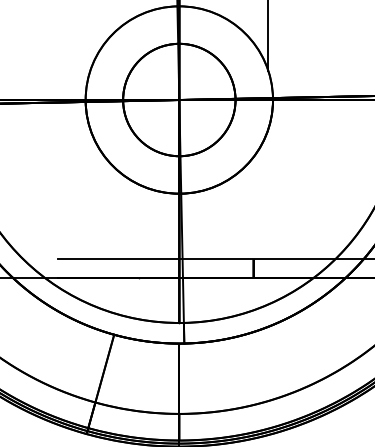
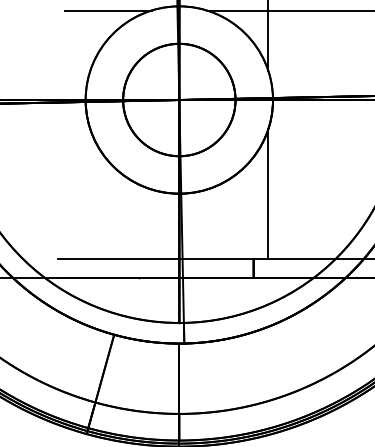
line at (107, 10): none -> present
line at (289, 10): none -> present
line at (268, 193): none -> present
